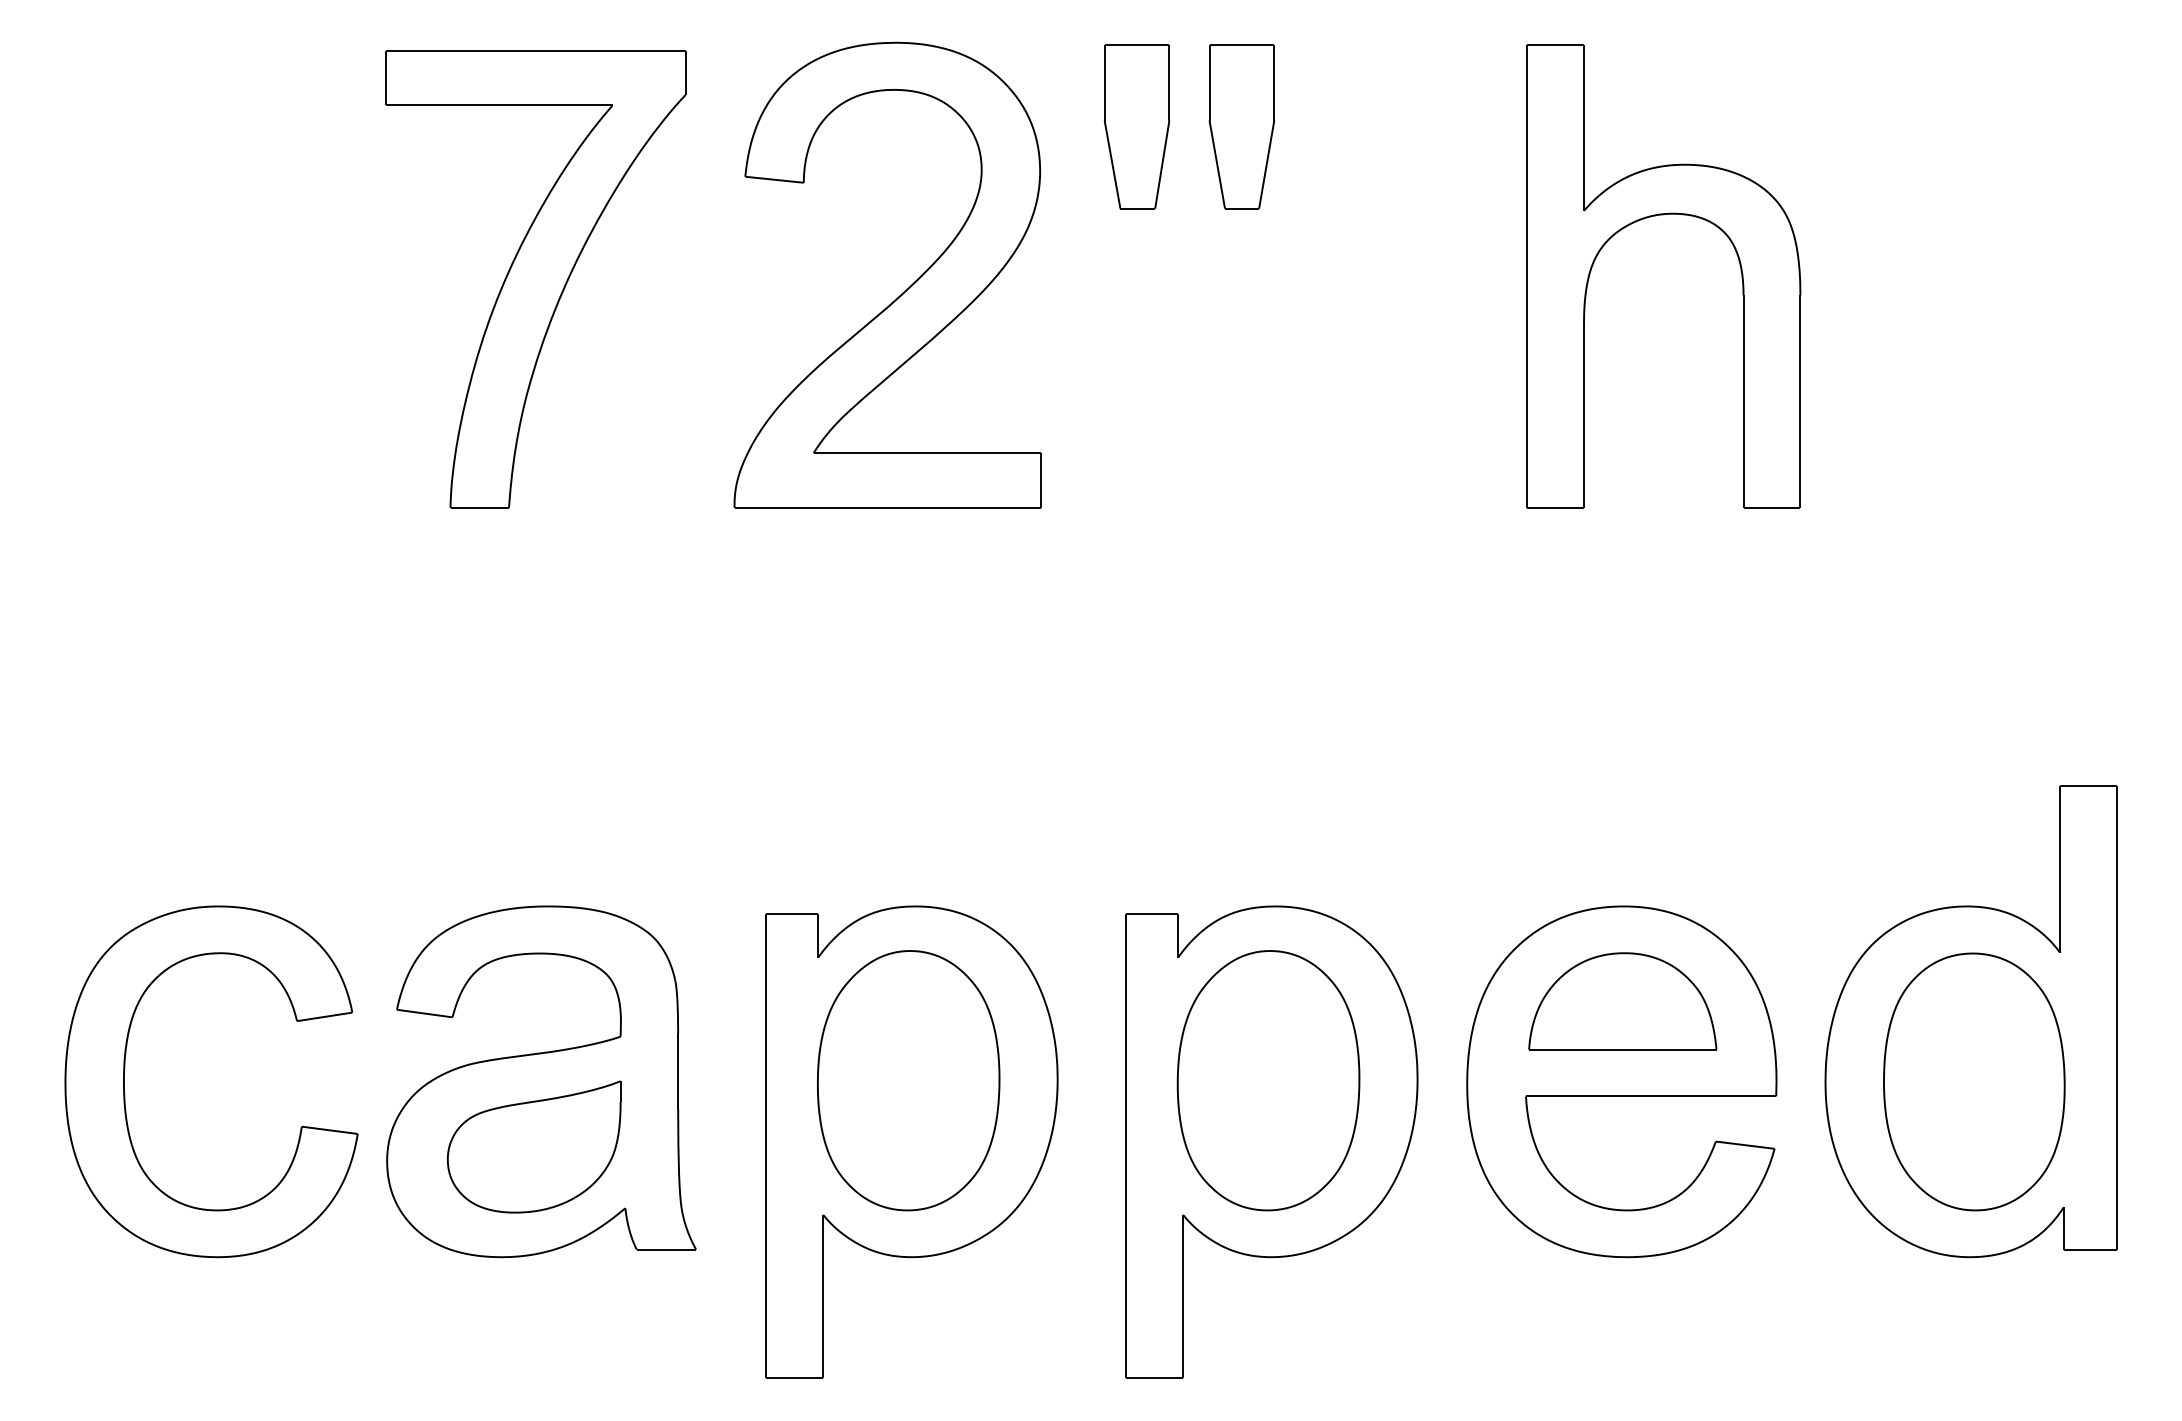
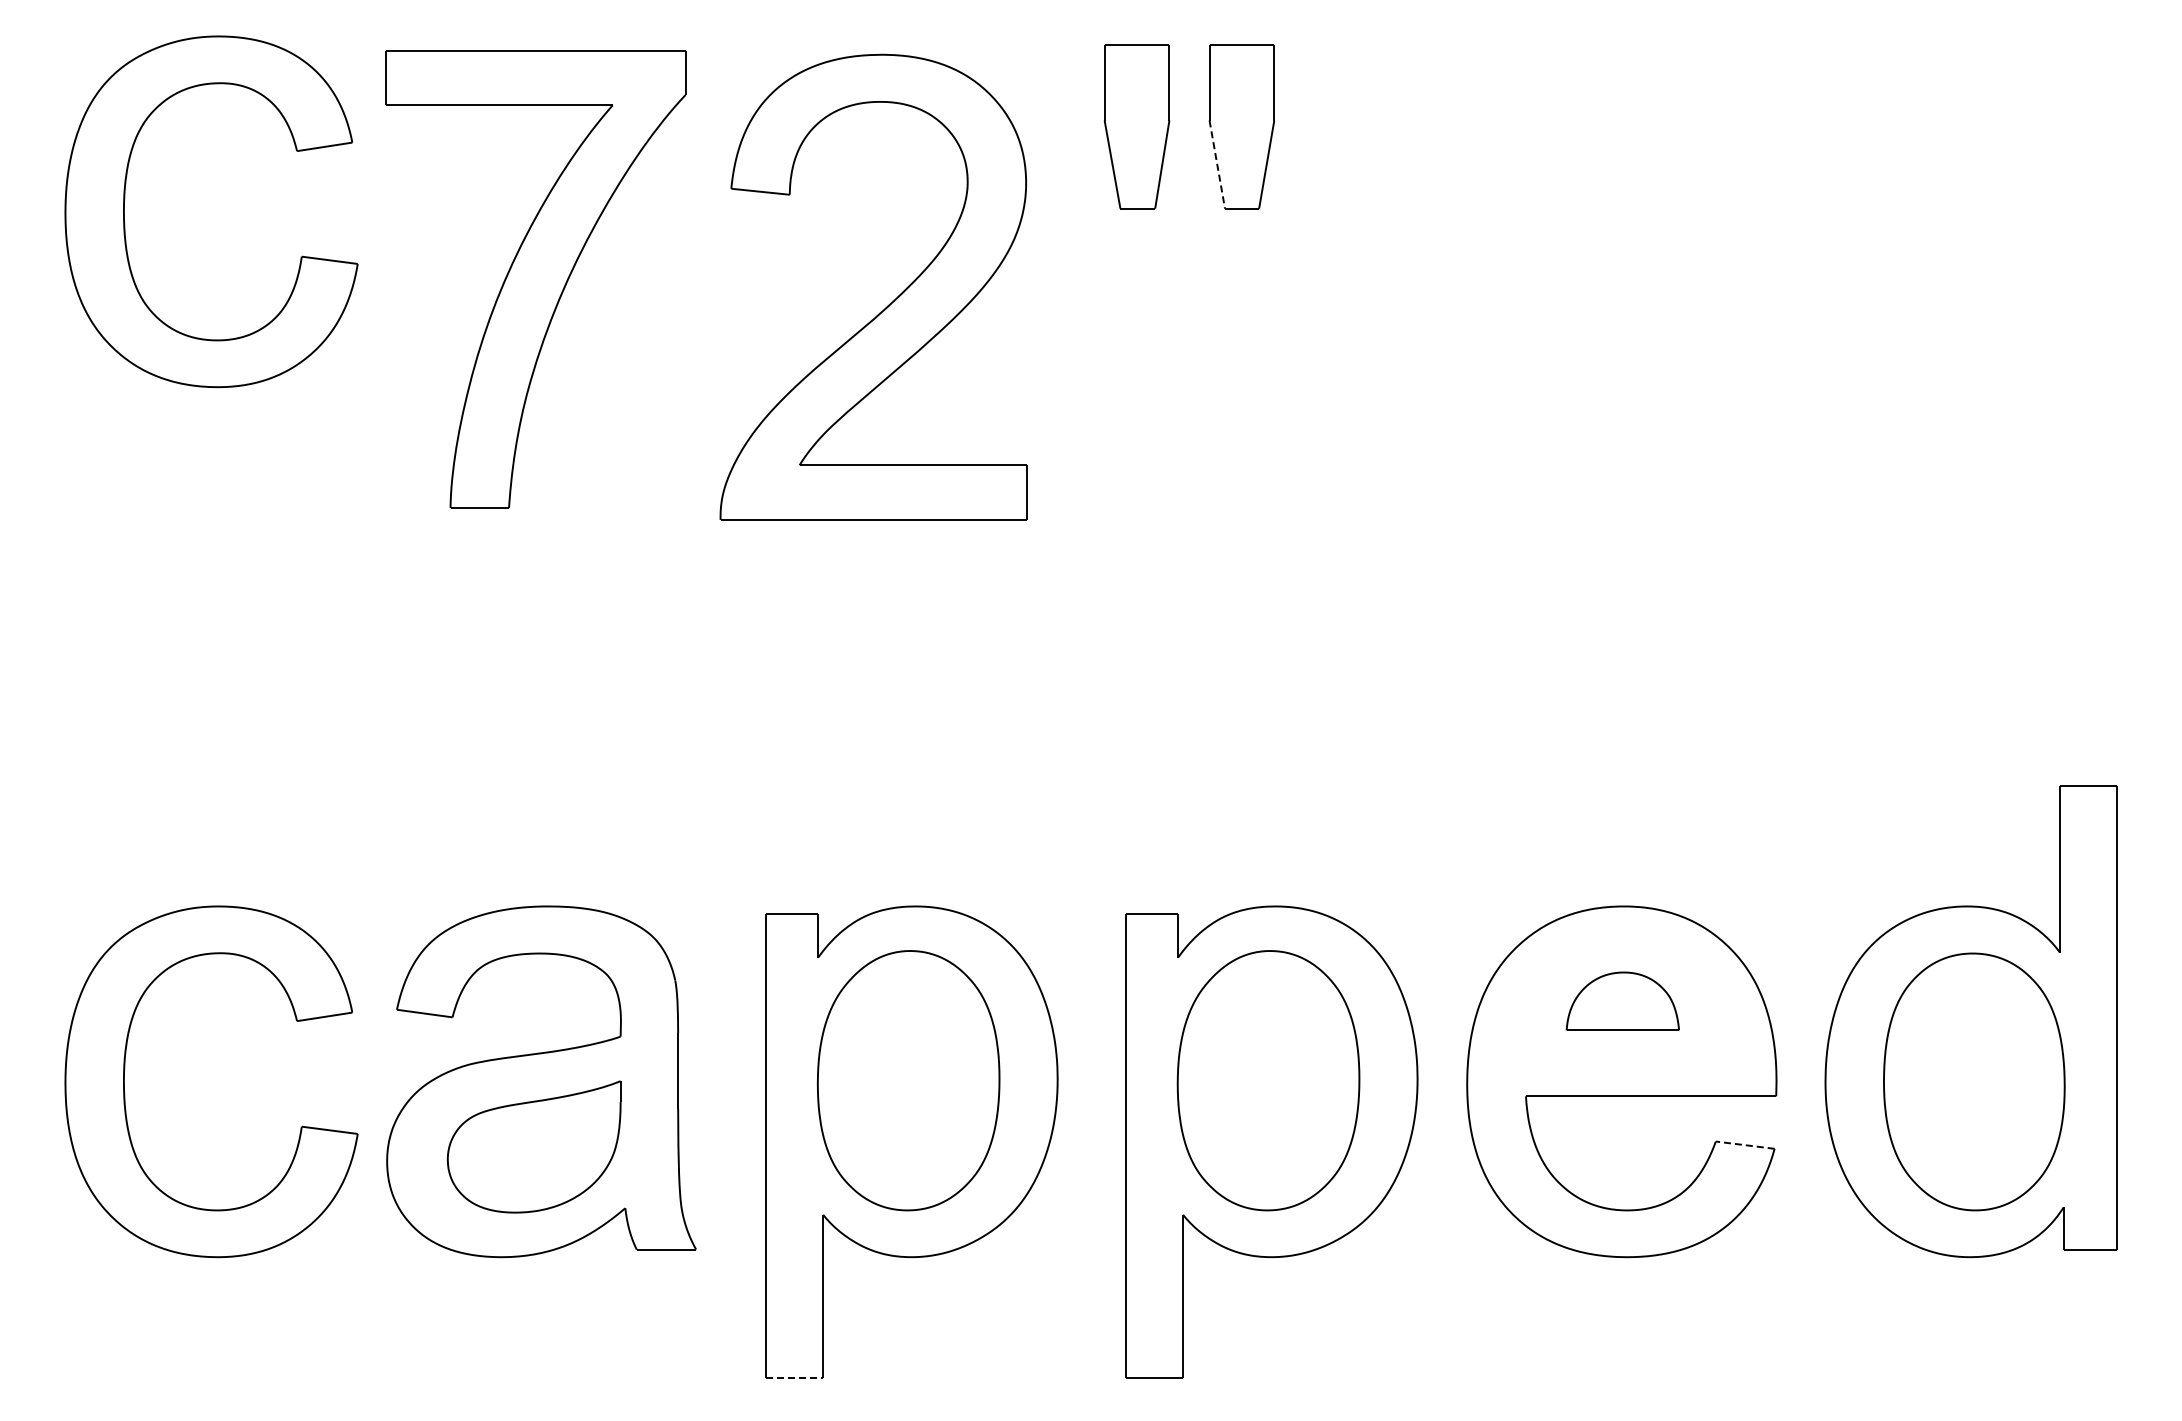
line at (1217, 164): solid -> dashed
part at (125, 199): none -> present
part at (1644, 219): present -> none
part at (904, 290) position: (904, 290) -> (890, 302)
part at (1622, 1001) size: 190x99 px -> 115x60 px
line at (1745, 1145): solid -> dashed
line at (795, 1378): solid -> dashed
